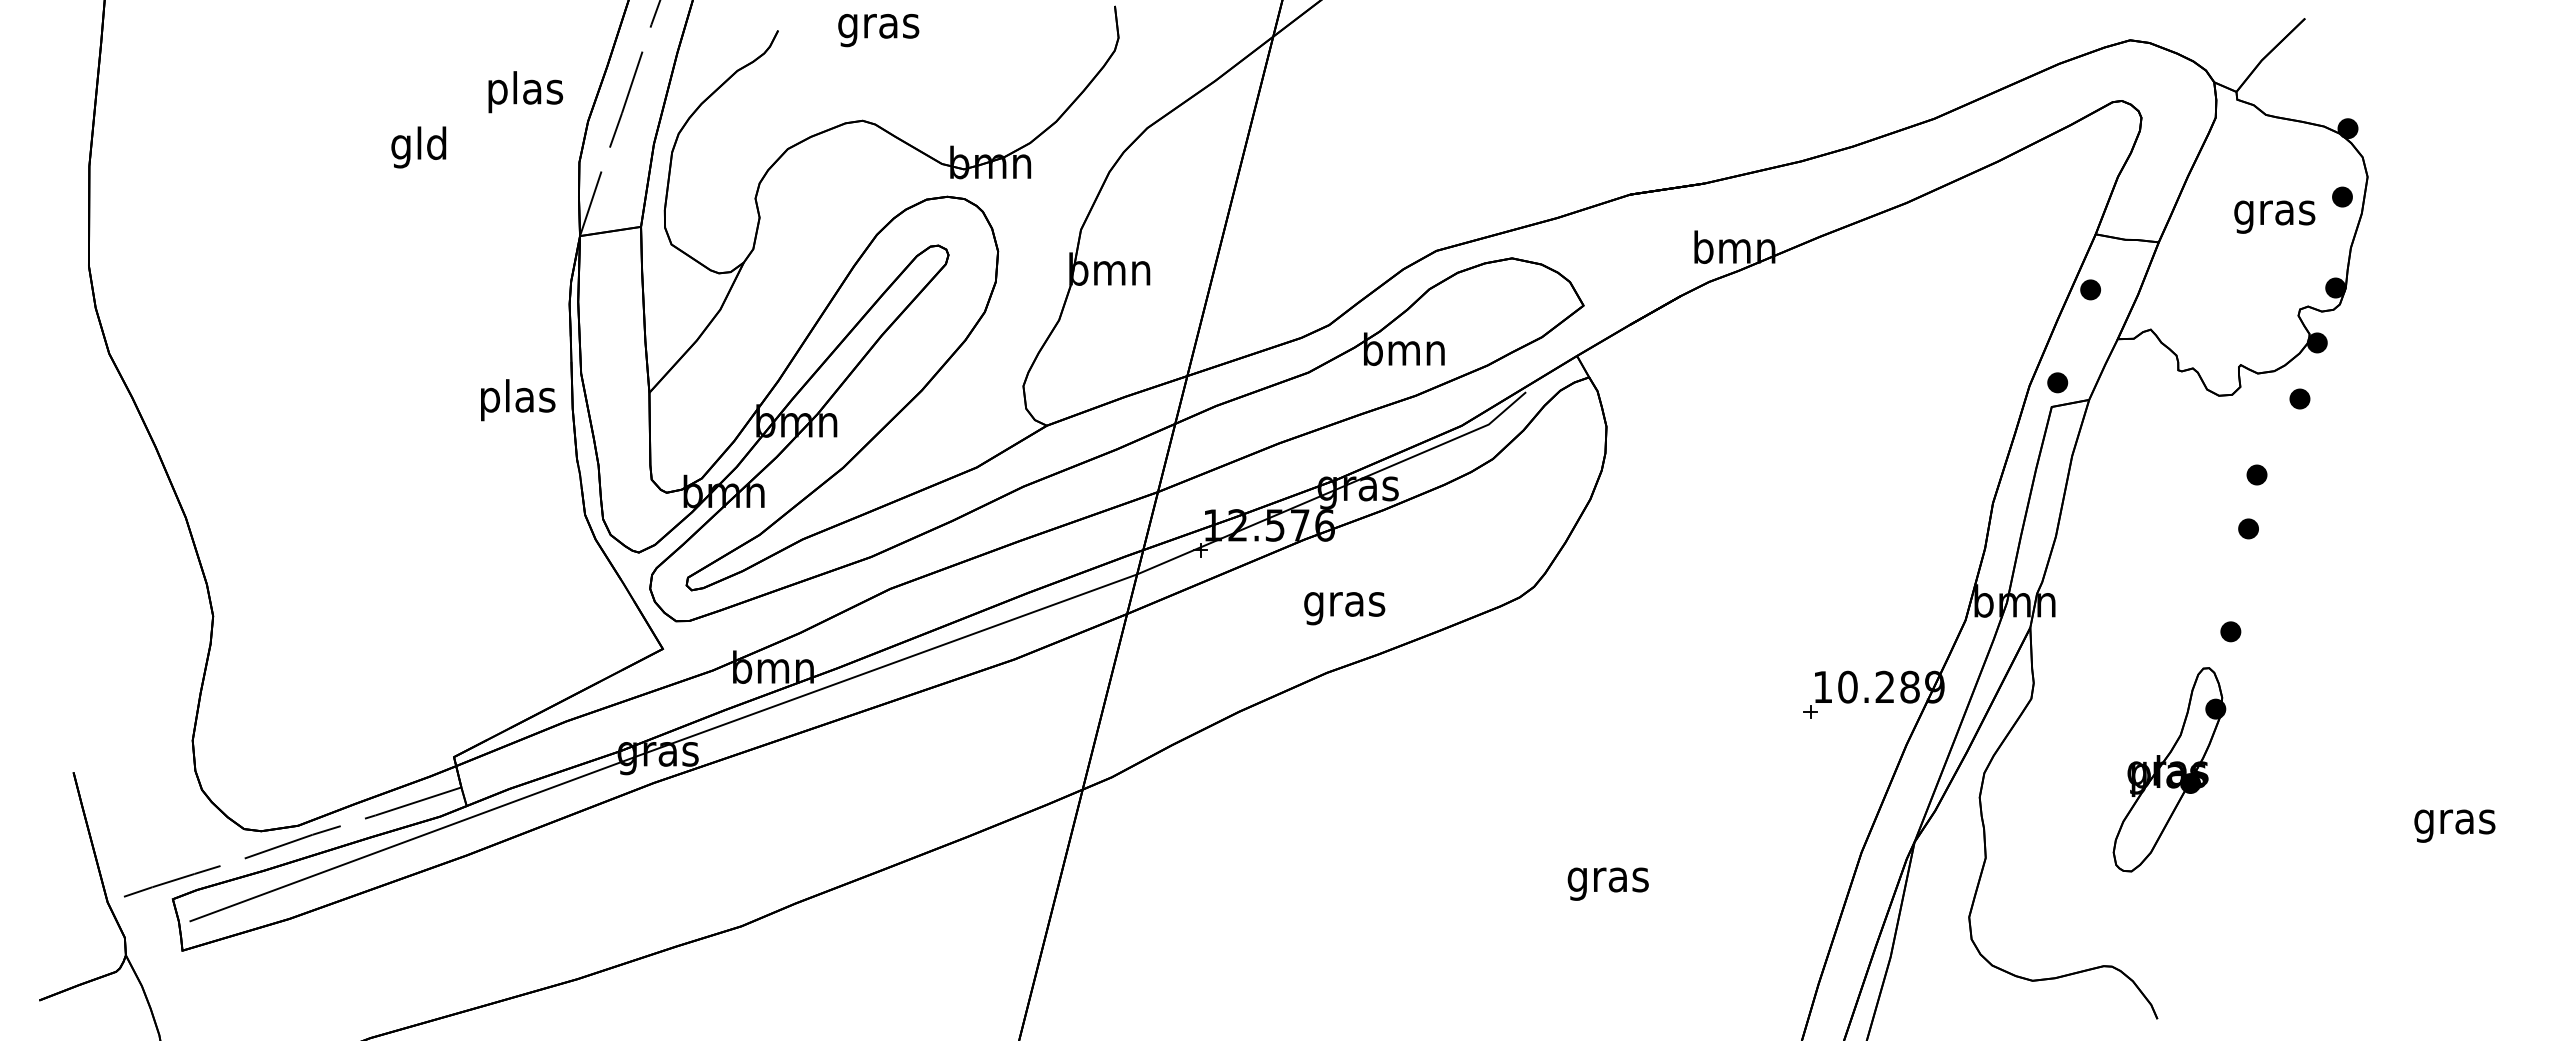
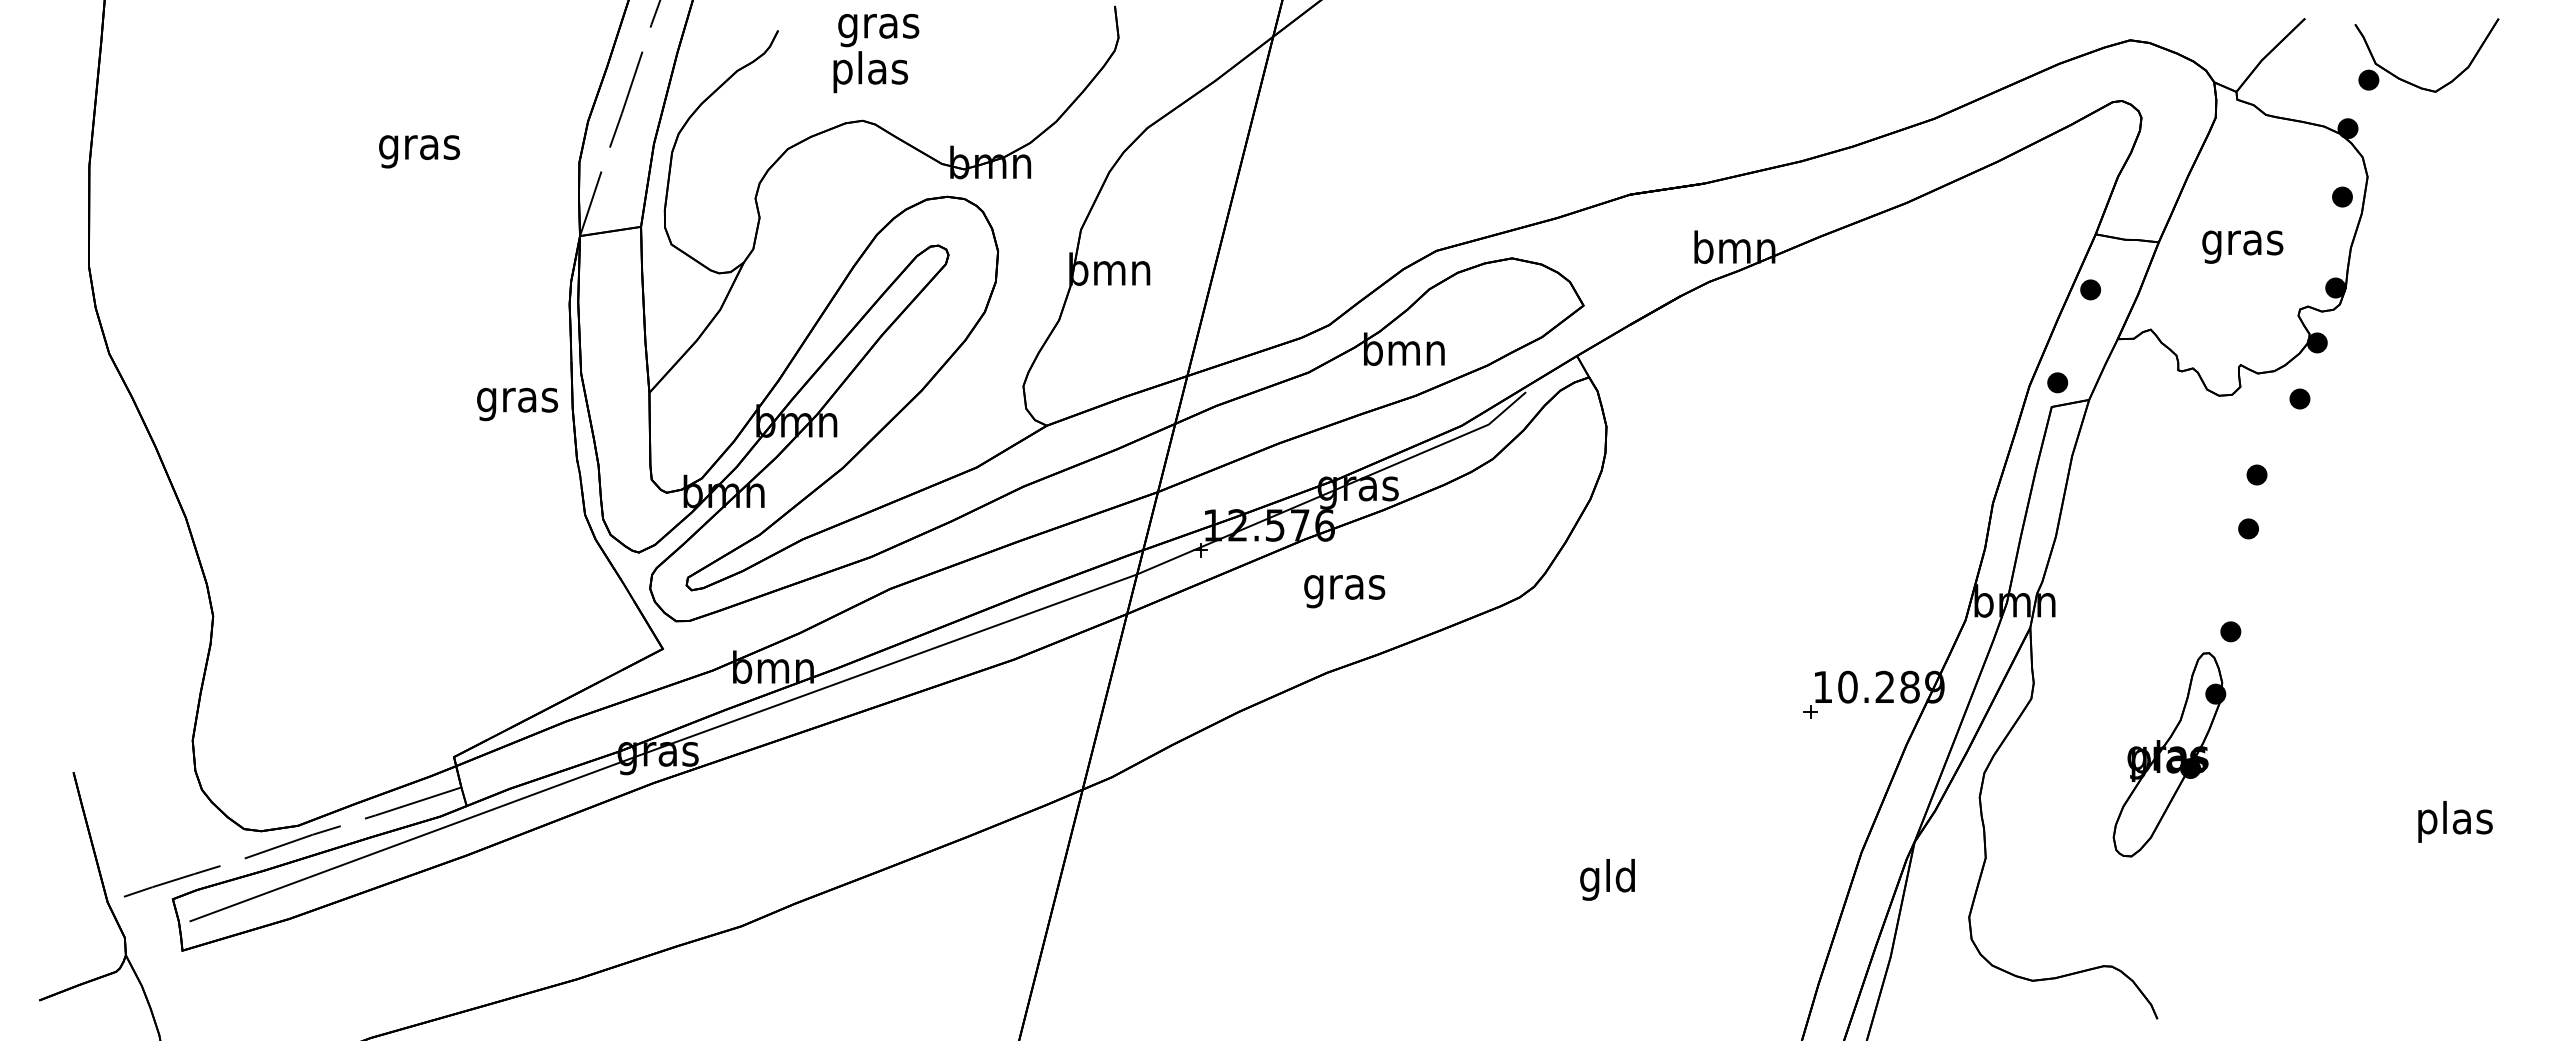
part at (2413, 83): none -> present
text at (525, 92) position: (525, 92) -> (870, 72)
text at (419, 147): gld -> gras
text at (2274, 216) position: (2274, 216) -> (2242, 246)
text at (517, 400): plas -> gras
text at (1344, 608) position: (1344, 608) -> (1344, 591)
part at (2169, 769) position: (2169, 769) -> (2169, 754)
text at (2454, 821): gras -> plas
text at (1607, 879): gras -> gld
